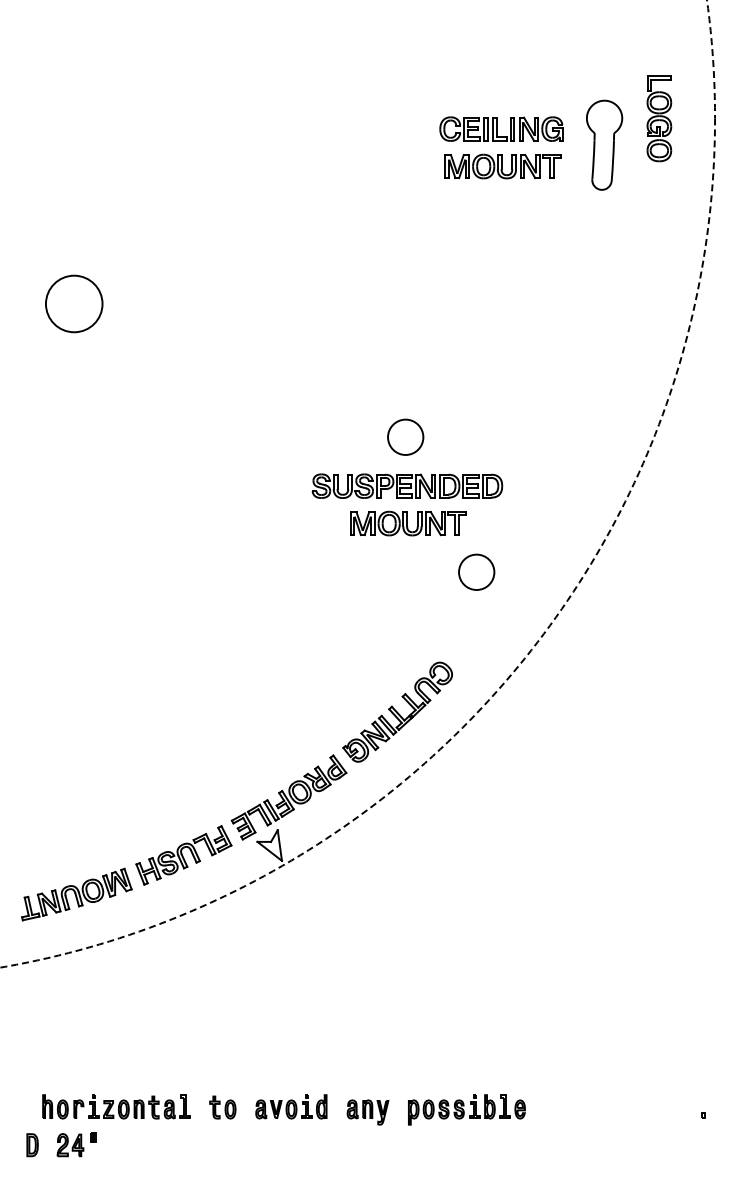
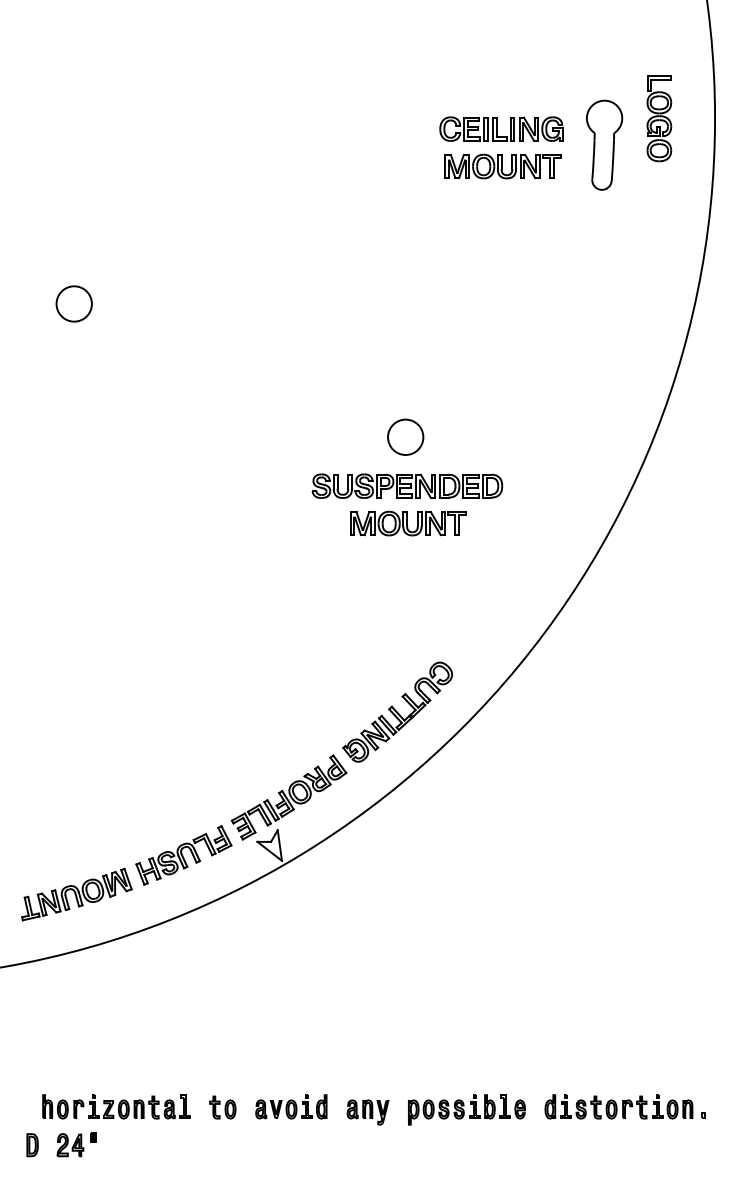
circle at (73, 303) diameter: 57 px -> 35 px
circle at (357, 483): dashed -> solid
circle at (476, 571): present -> none
part at (618, 1106): none -> present
